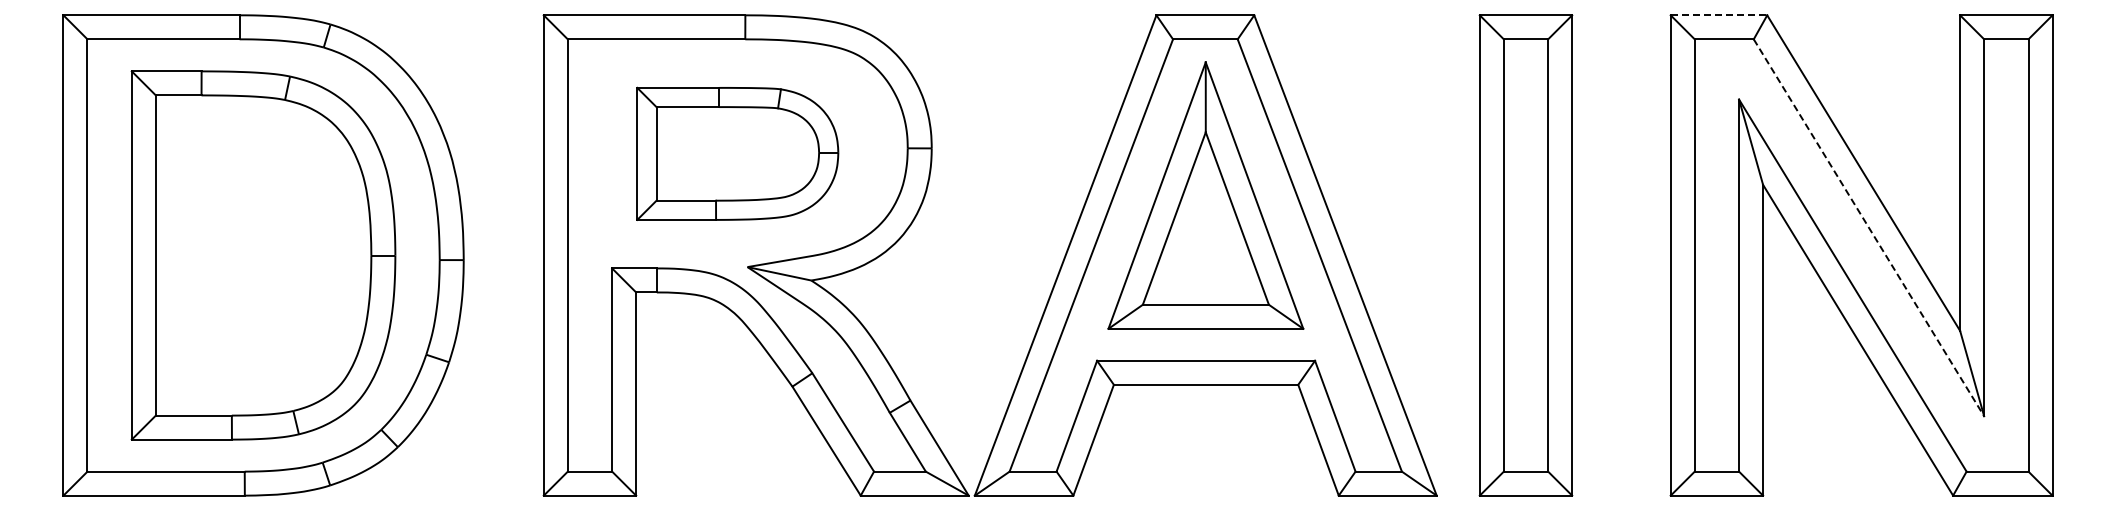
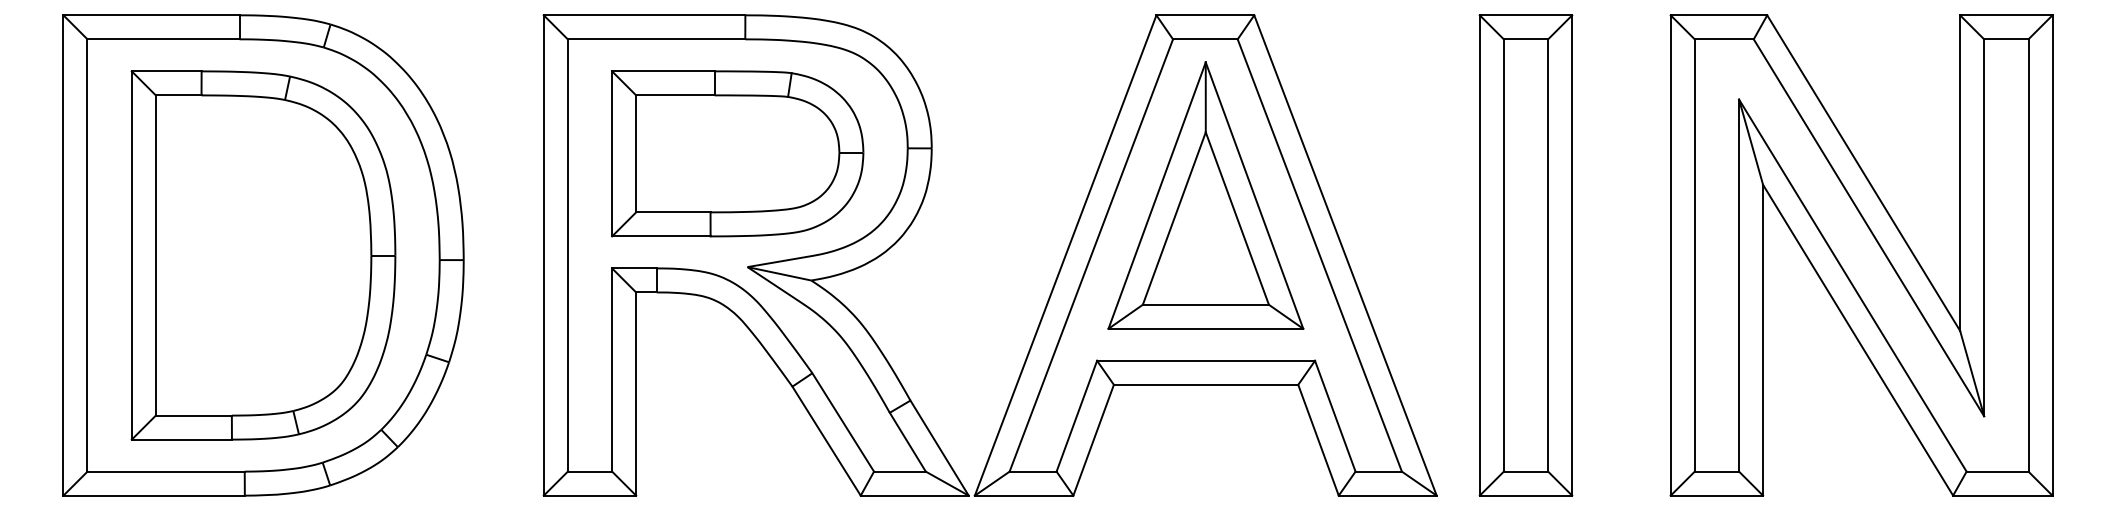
line at (1719, 15): dashed -> solid
part at (737, 153) size: 204x135 px -> 254x168 px
line at (1868, 227): dashed -> solid
